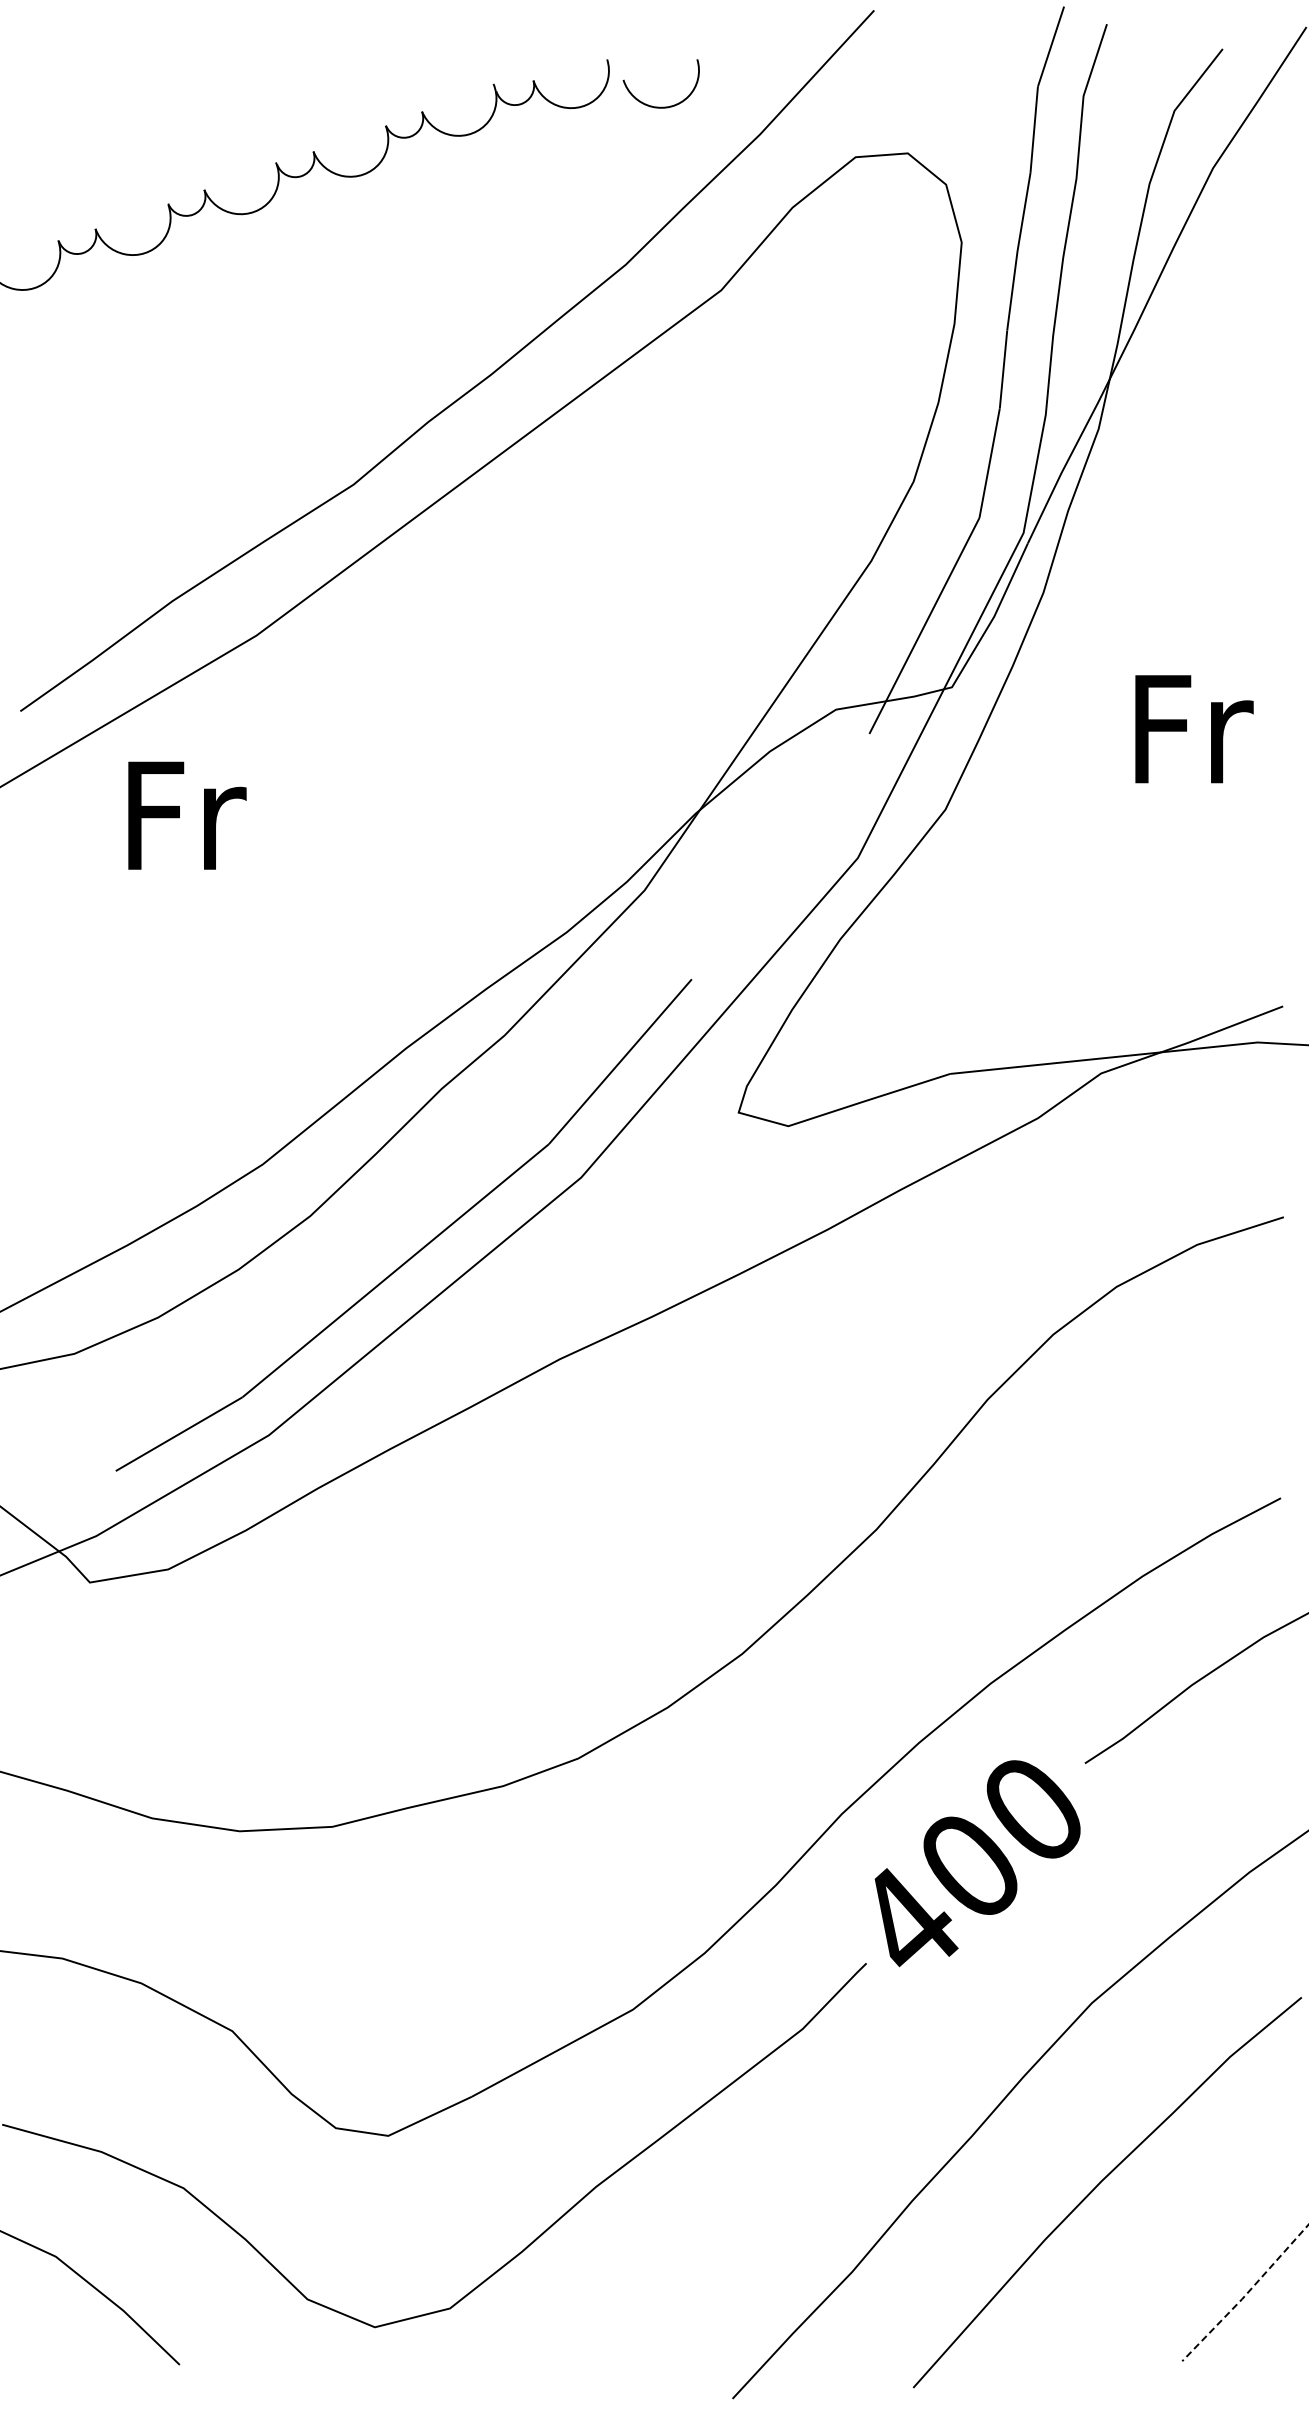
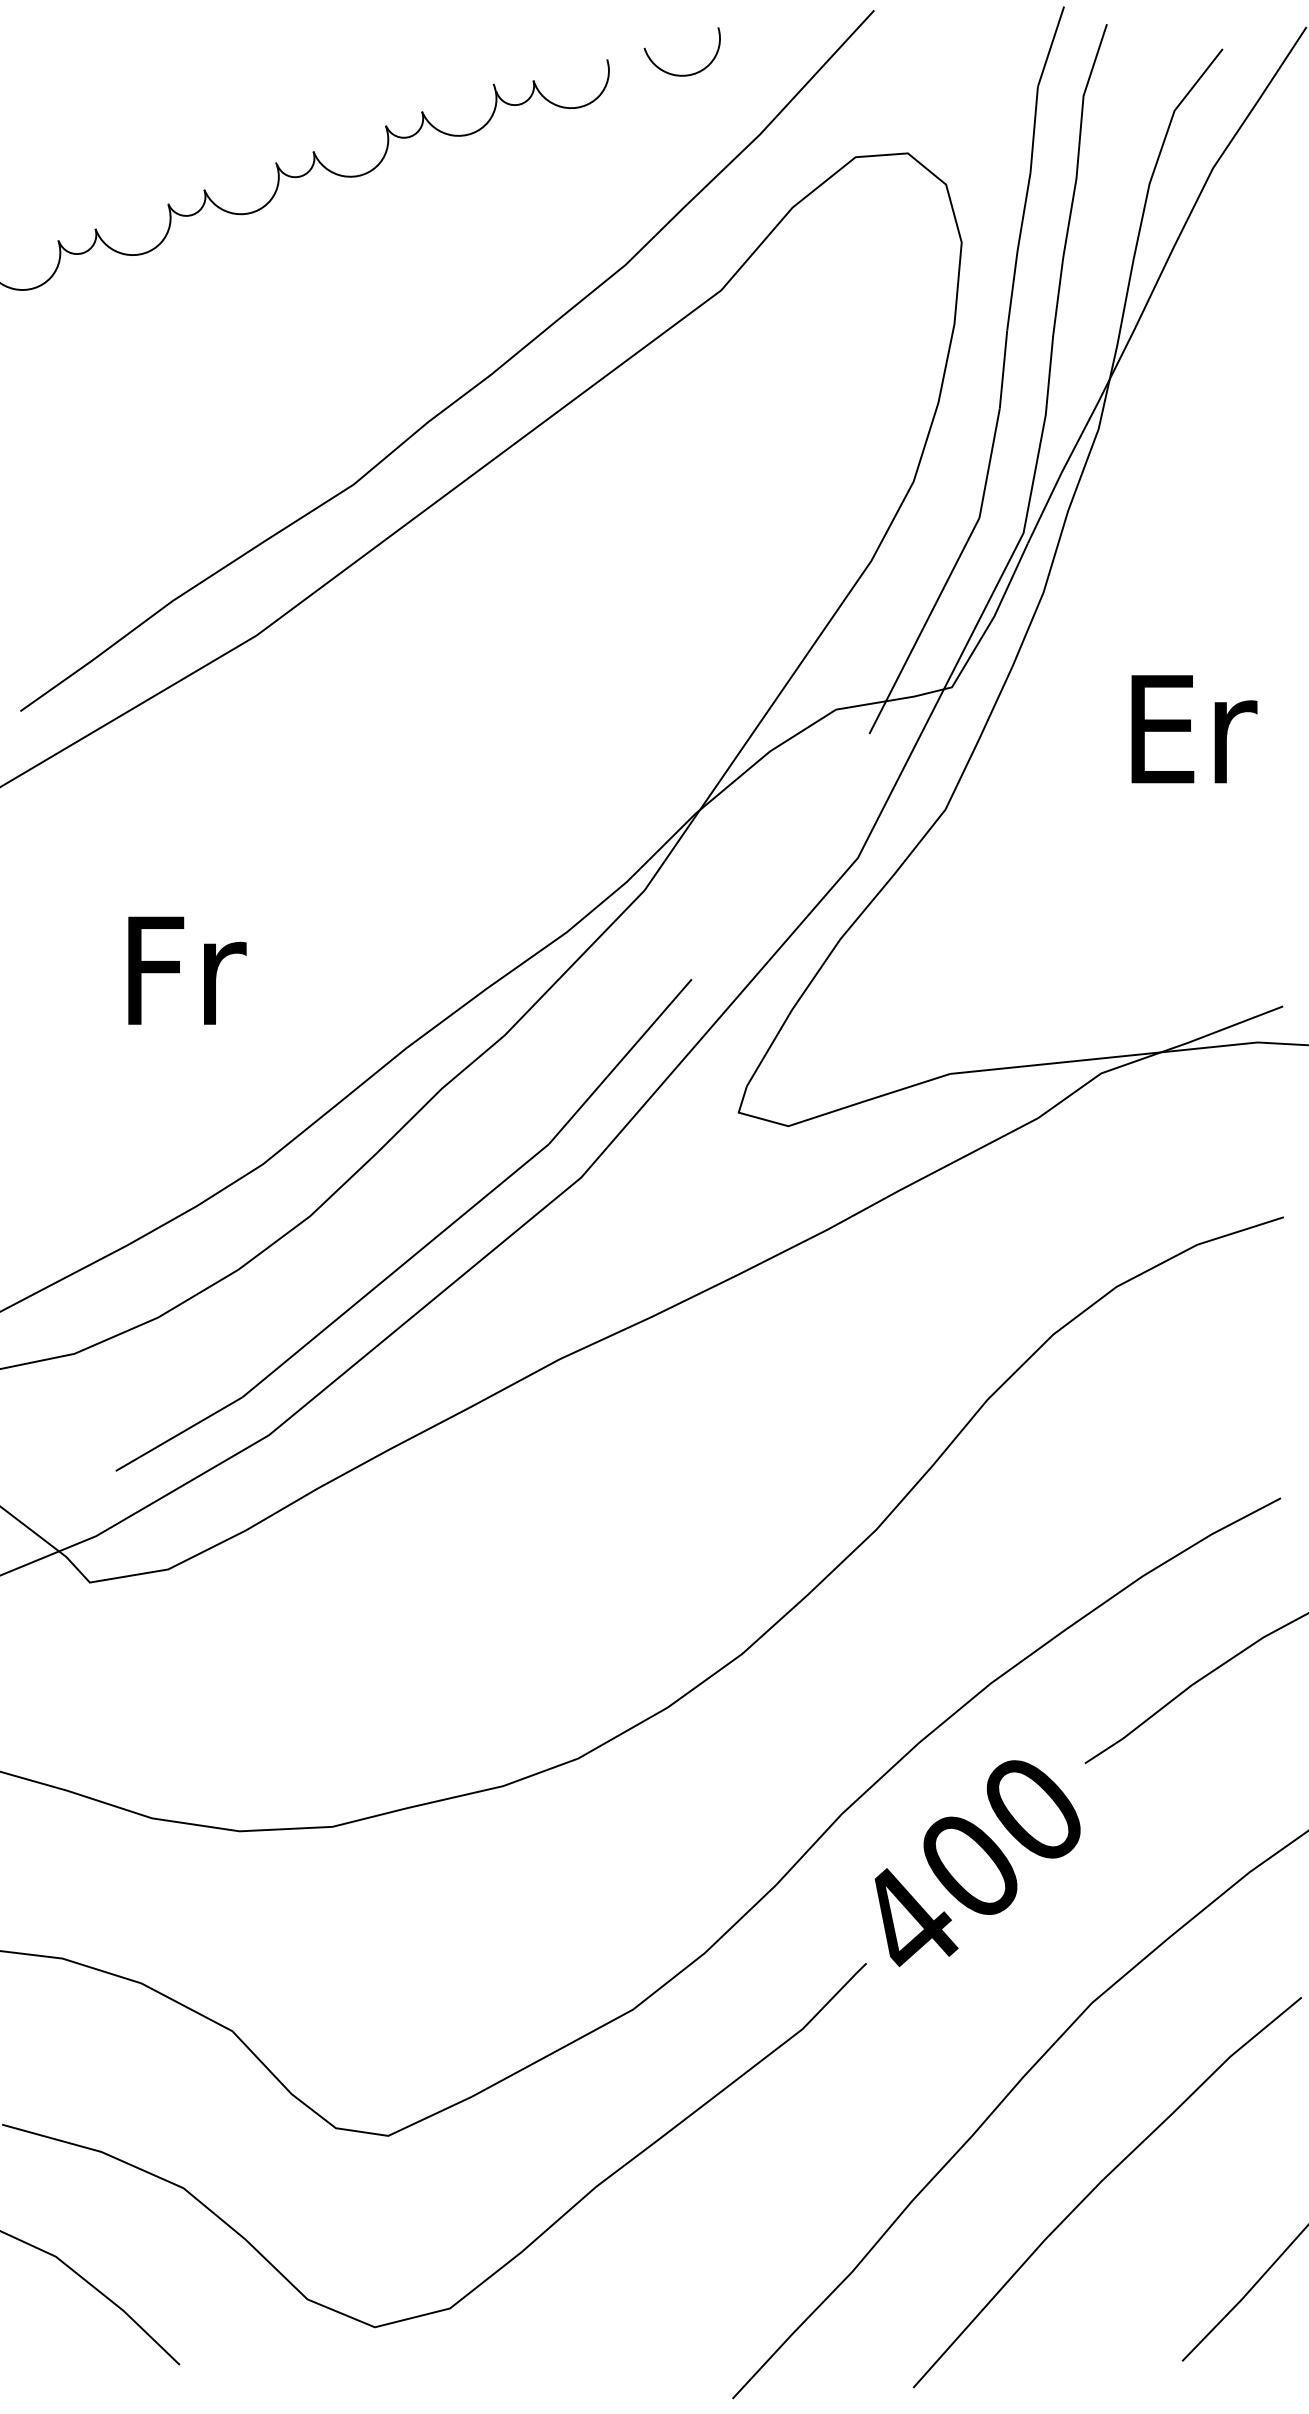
arc at (660, 106) position: (660, 106) -> (681, 74)
text at (1194, 729): Fr -> Er
text at (187, 815) position: (187, 815) -> (187, 970)
line at (1246, 2294): dashed -> solid
